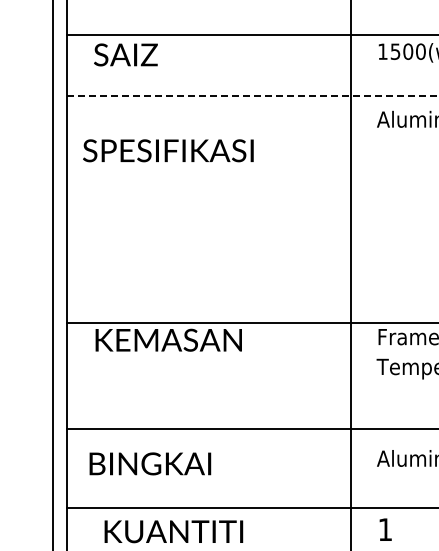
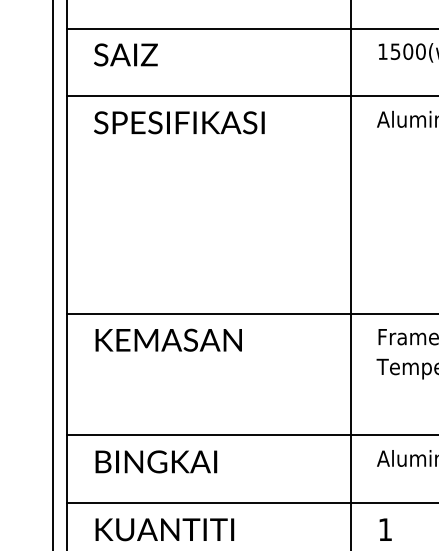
line at (250, 34) position: (250, 34) -> (250, 28)
line at (252, 96): dashed -> solid
text at (168, 150) position: (168, 150) -> (179, 122)
line at (250, 322) position: (250, 322) -> (250, 313)
line at (250, 429) position: (250, 429) -> (250, 435)
text at (150, 463) position: (150, 463) -> (156, 461)
line at (250, 508) position: (250, 508) -> (250, 503)
text at (173, 531) position: (173, 531) -> (164, 529)
